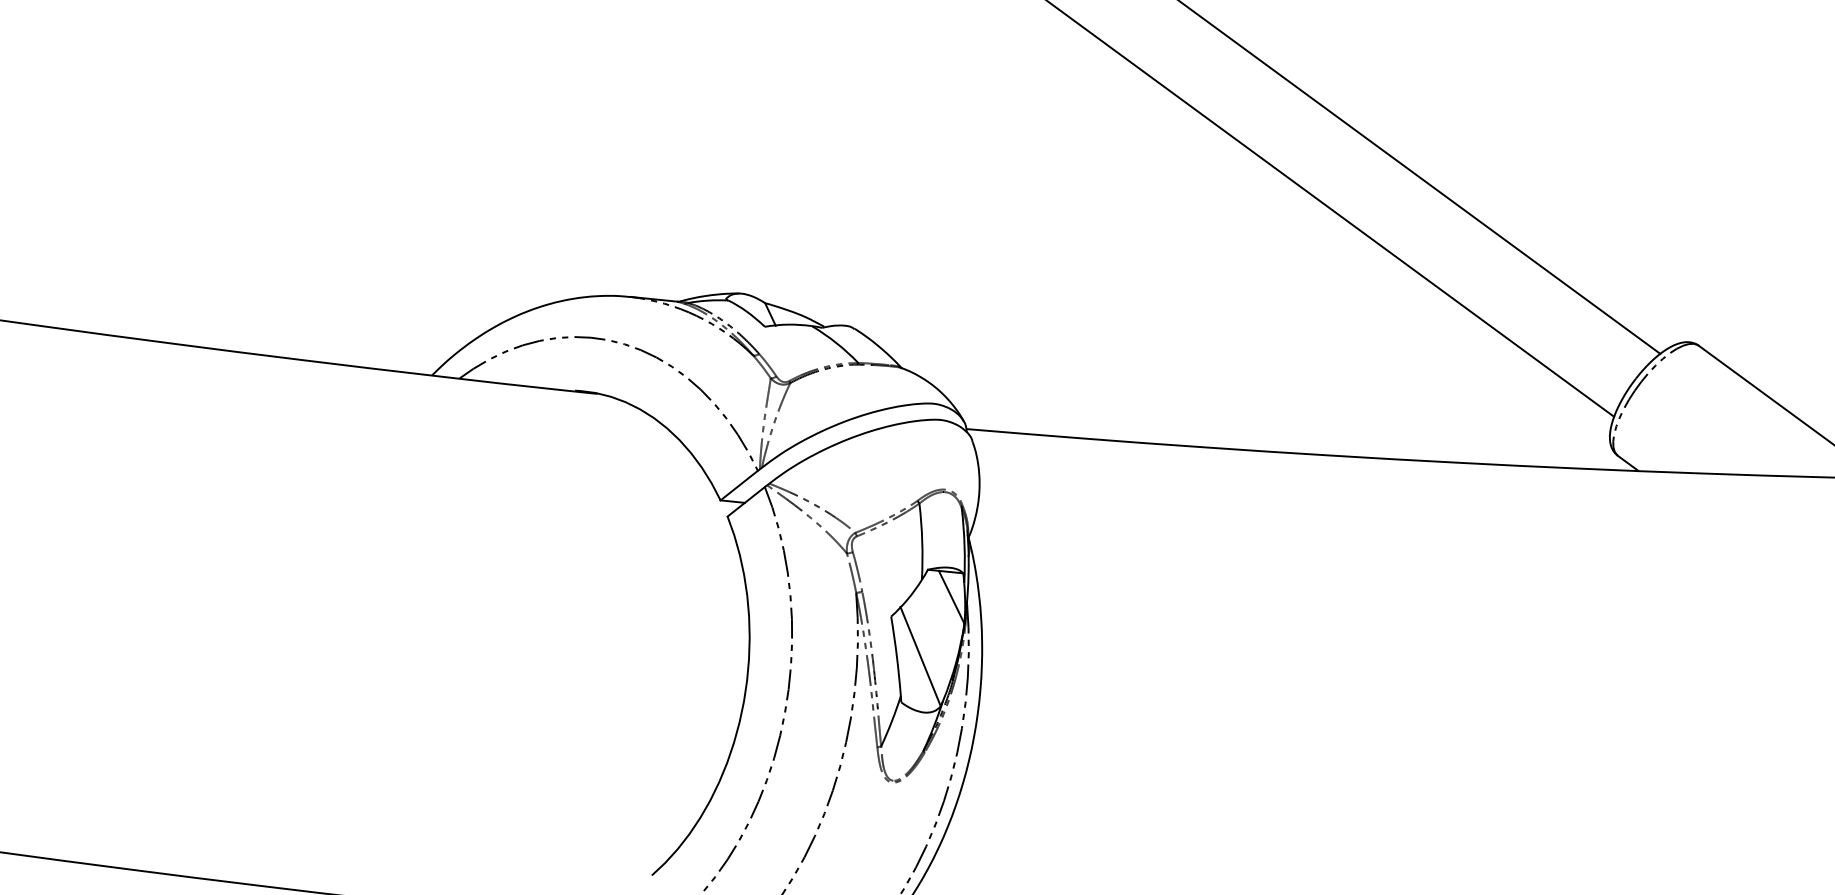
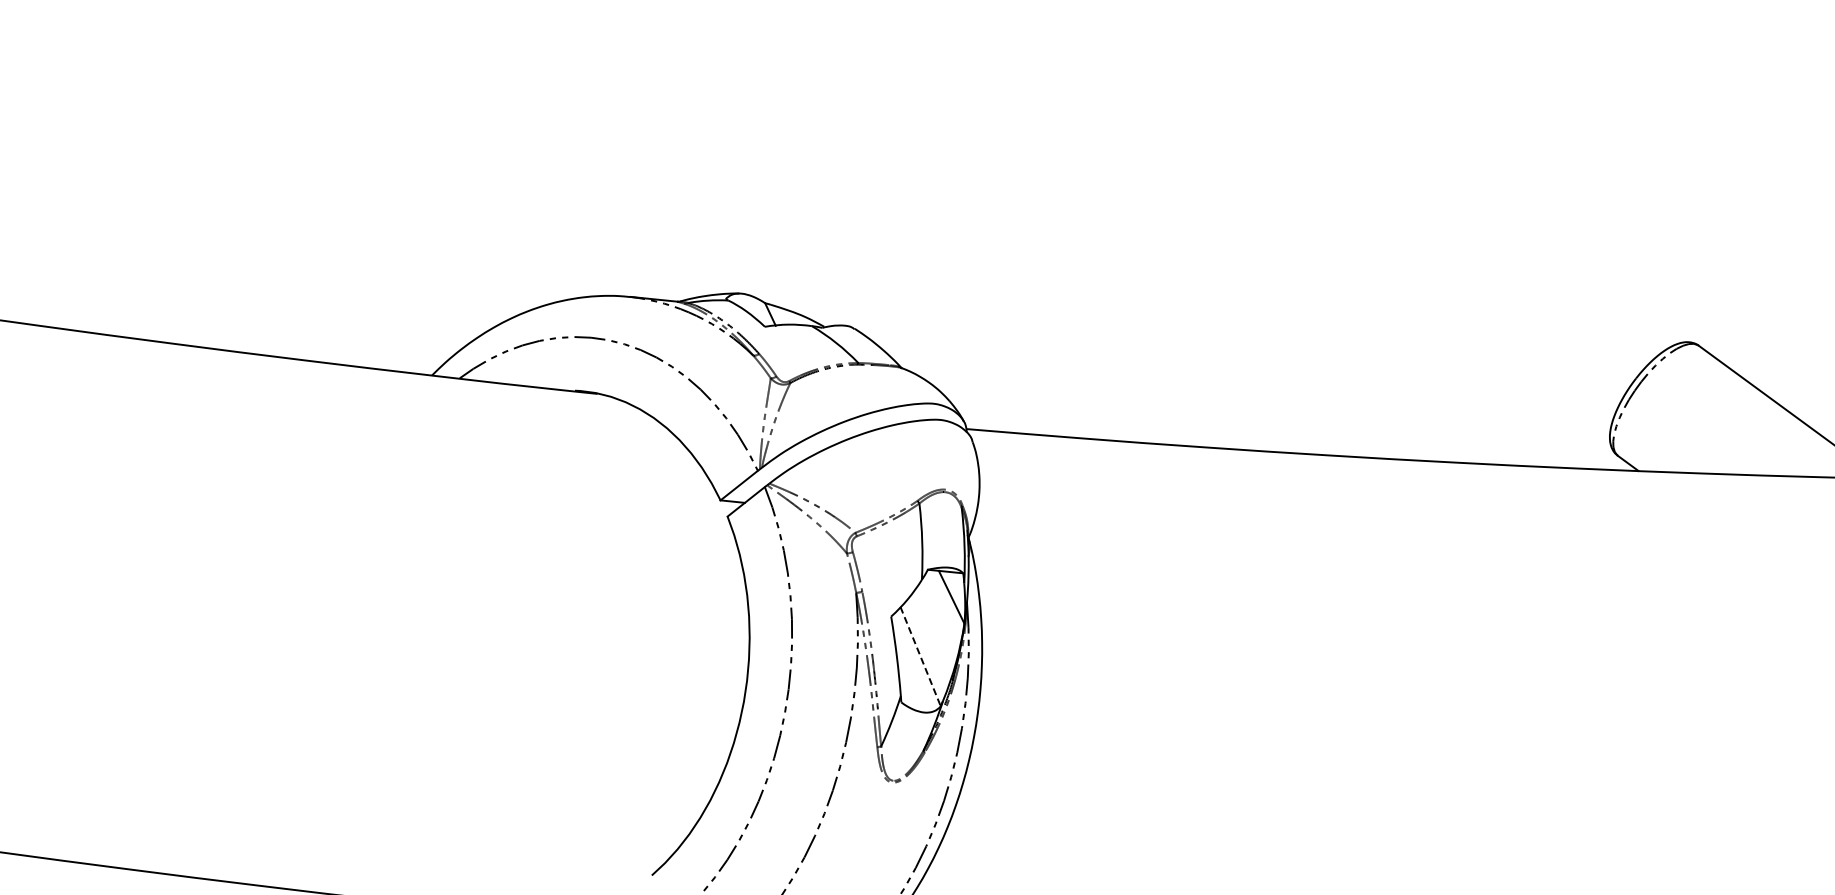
line at (1420, 177): present -> none
line at (1331, 209): present -> none
line at (920, 656): solid -> dashed
